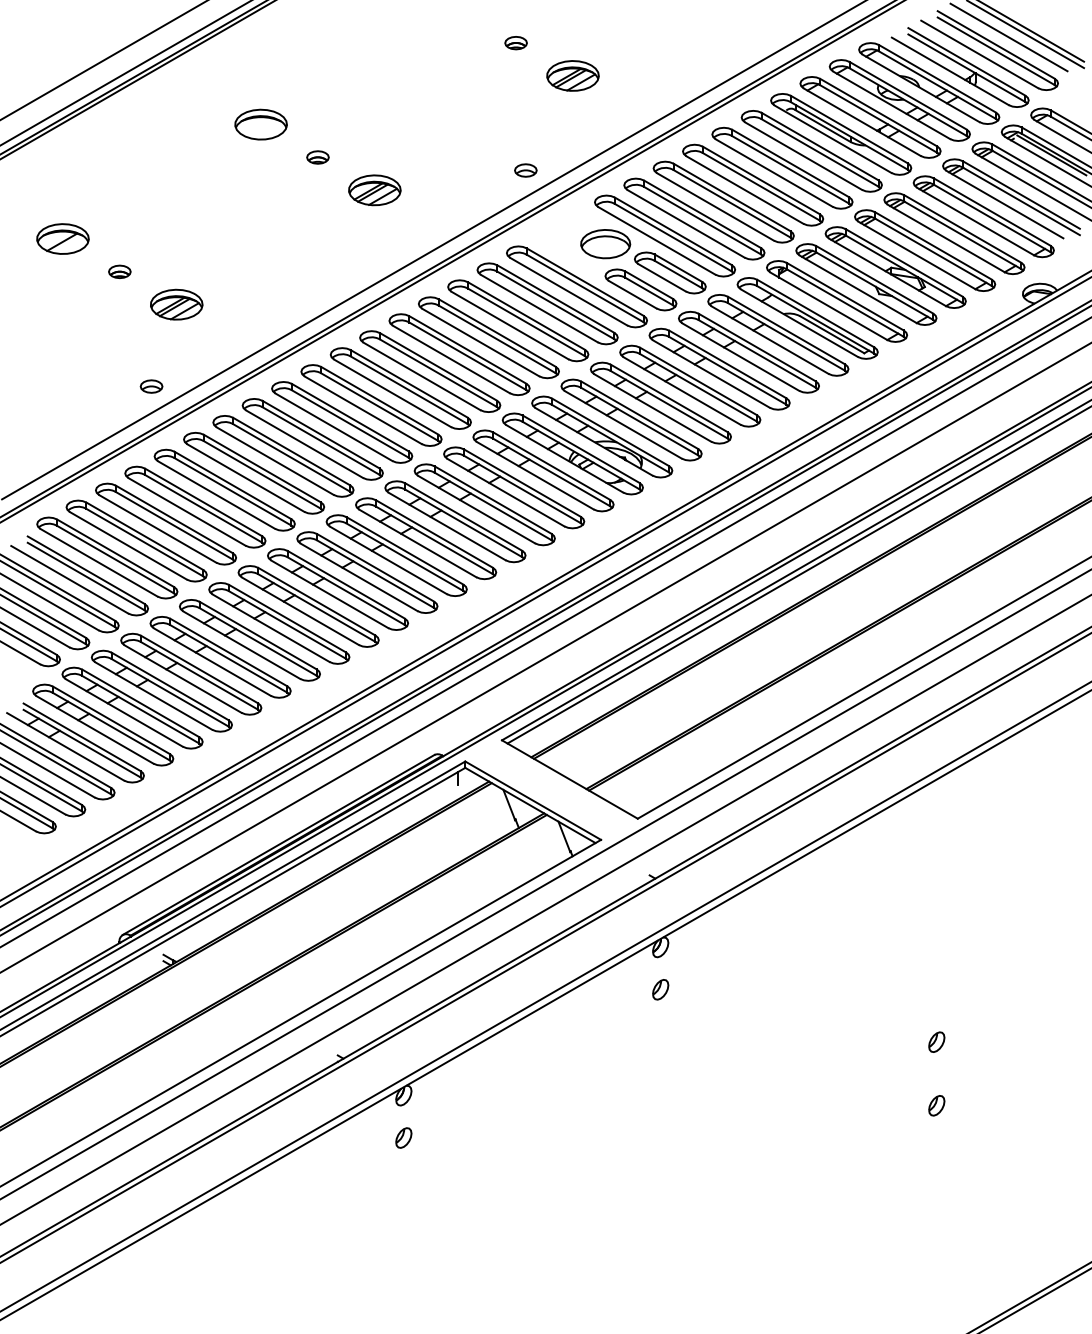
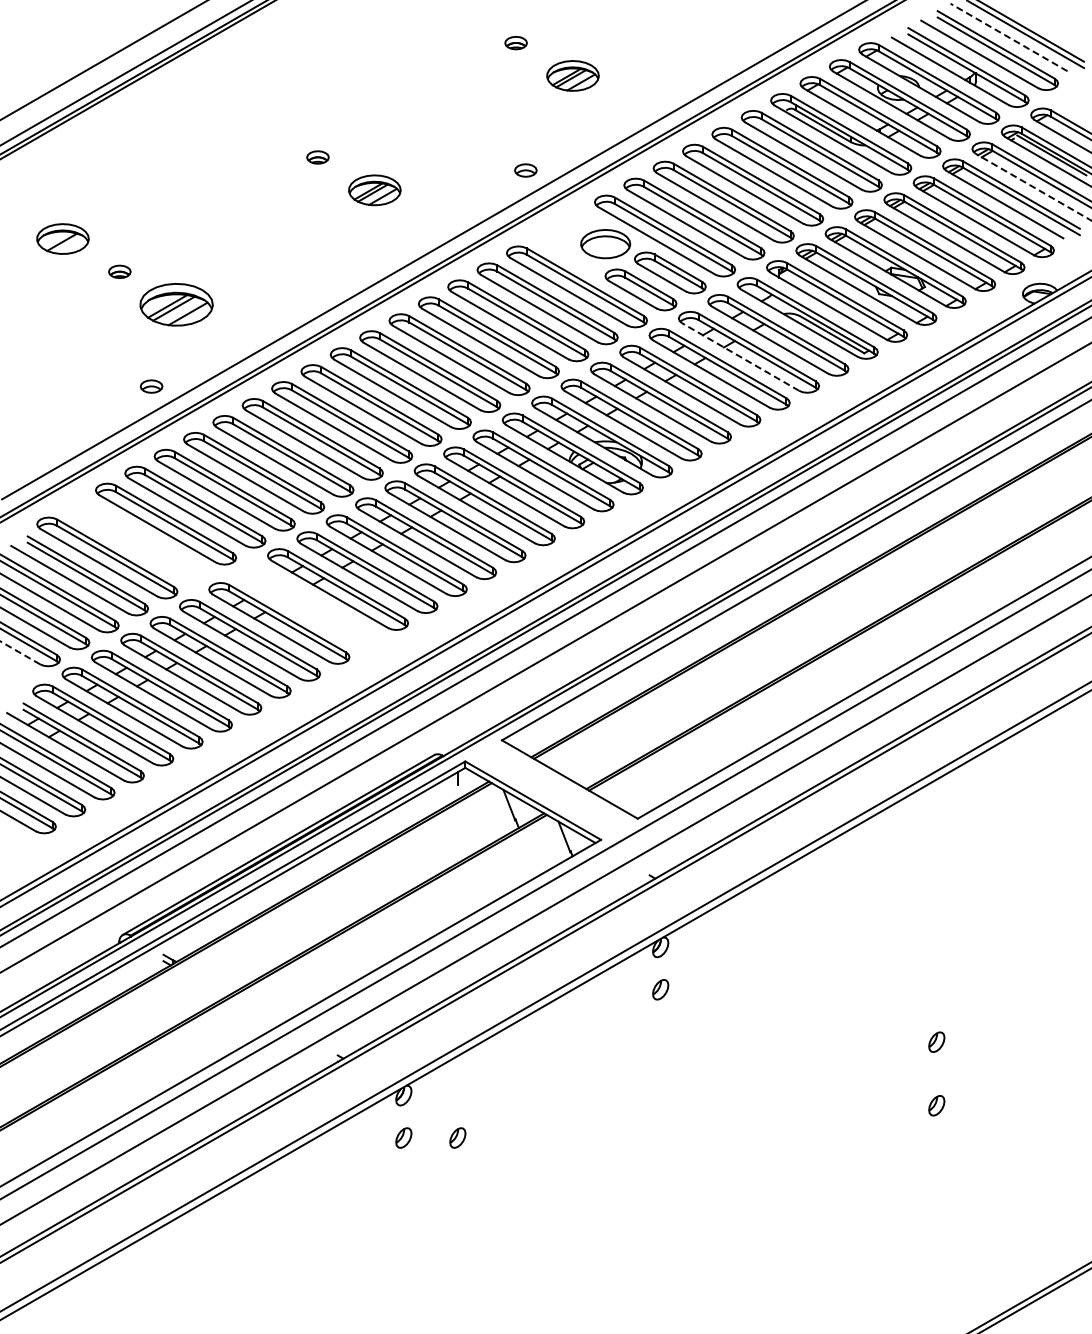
line at (1009, 37): solid -> dashed
part at (260, 124): present -> none
line at (1033, 187): solid -> dashed
part at (176, 304) size: 54x33 px -> 75x44 px
line at (740, 357): solid -> dashed
part at (136, 540): present -> none
line at (797, 575): present -> none
part at (308, 606): present -> none
line at (20, 652): solid -> dashed
part at (457, 1137): none -> present
